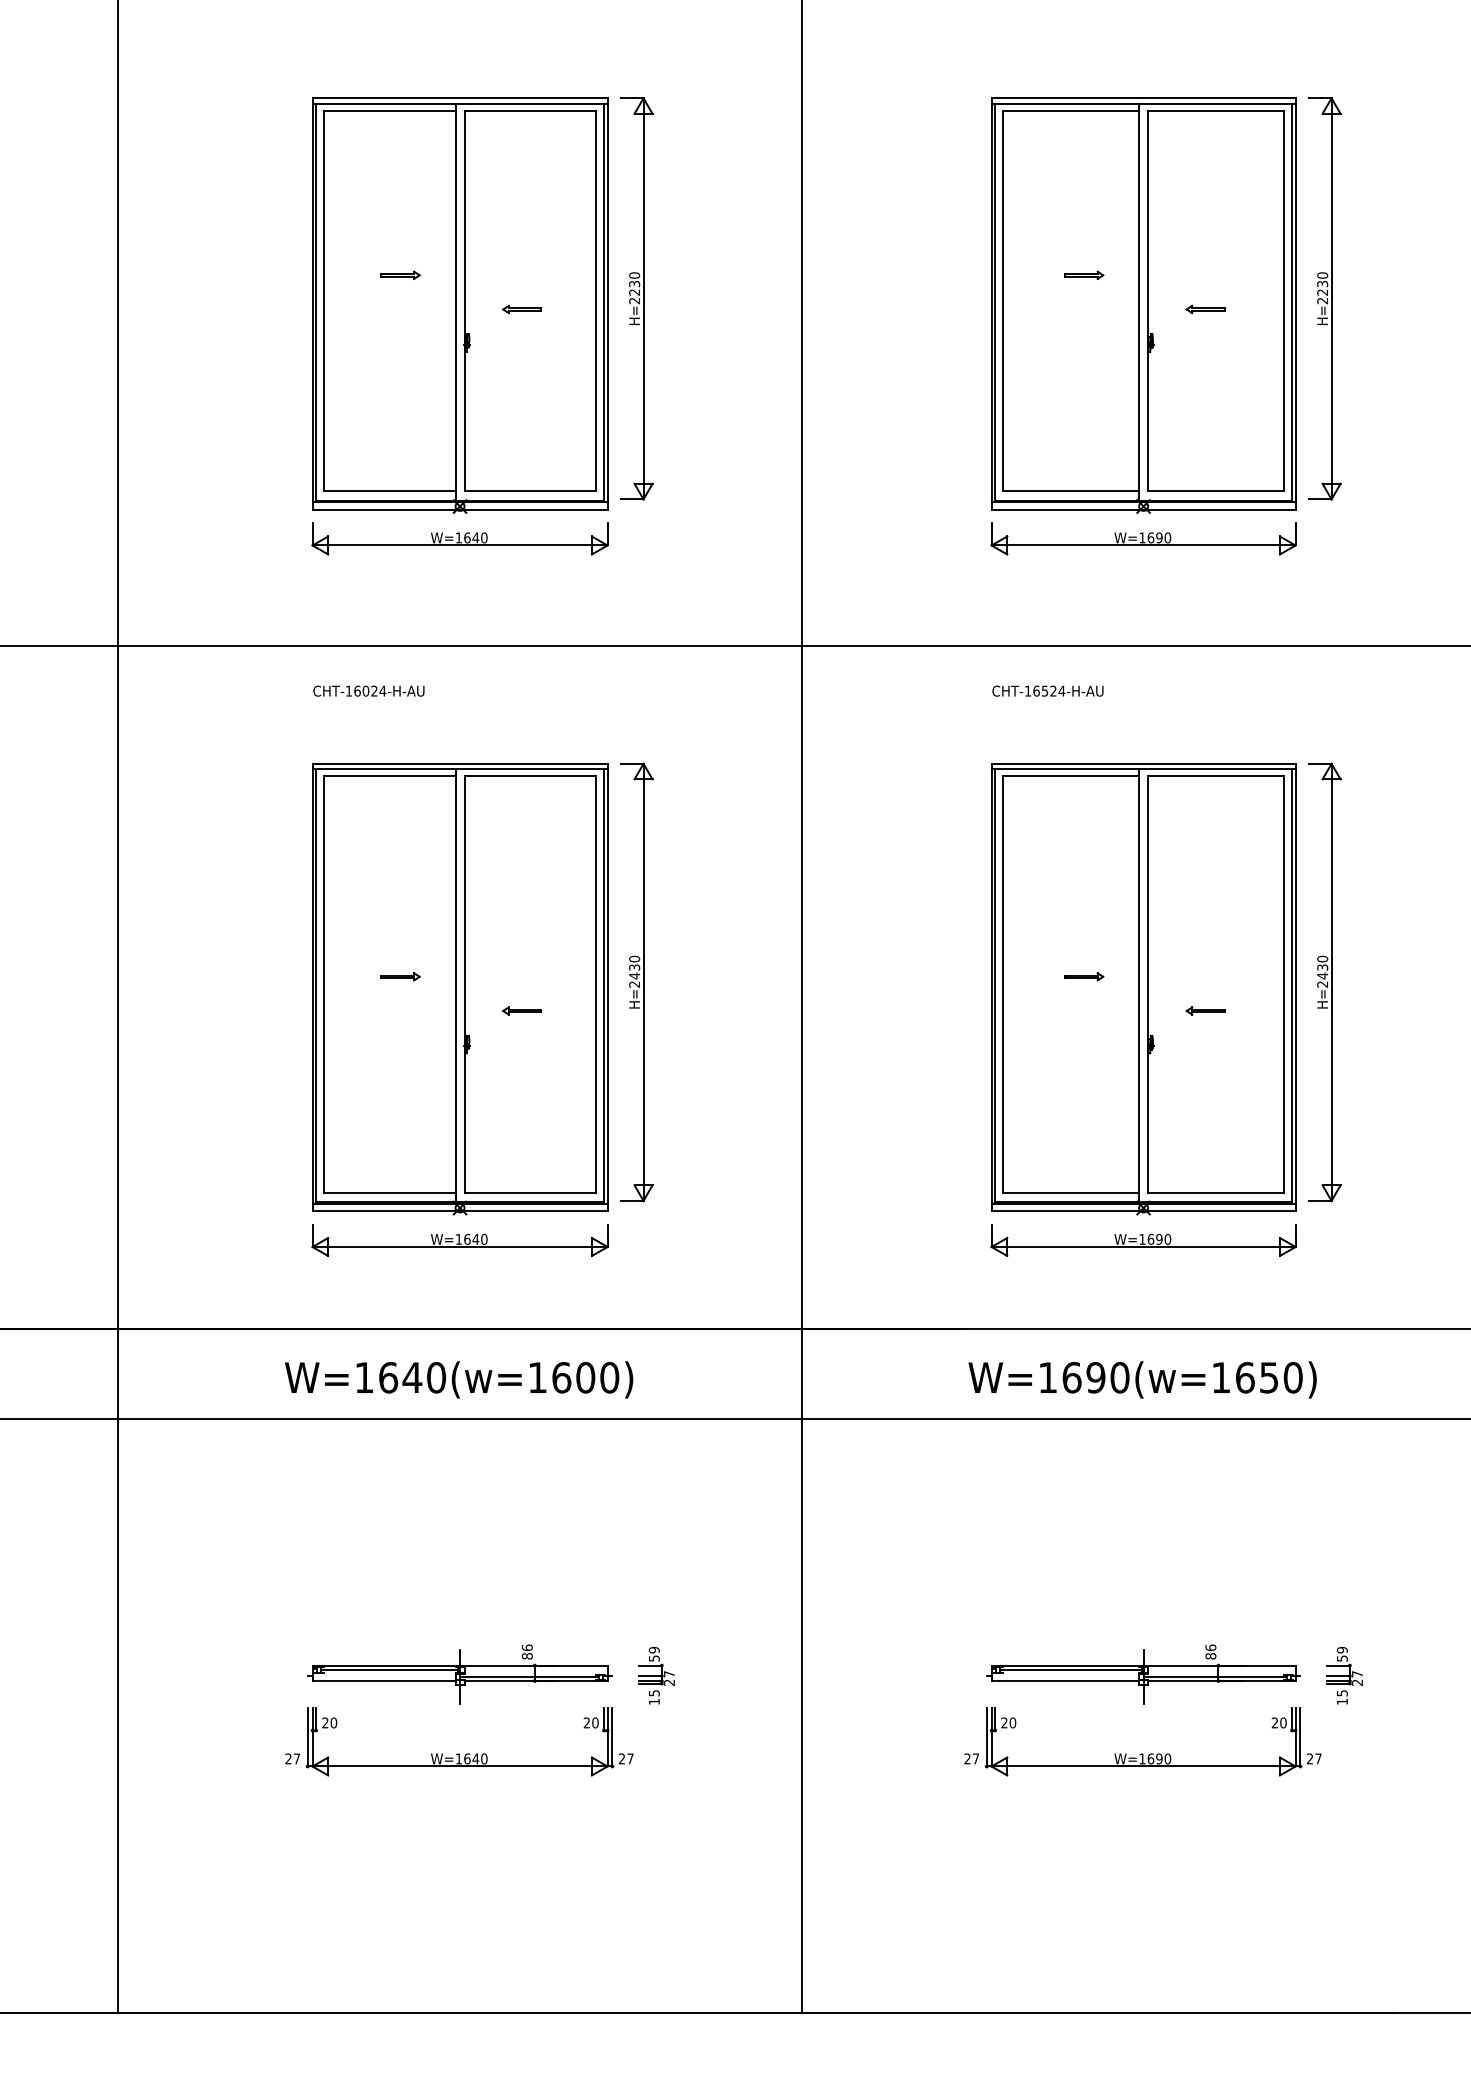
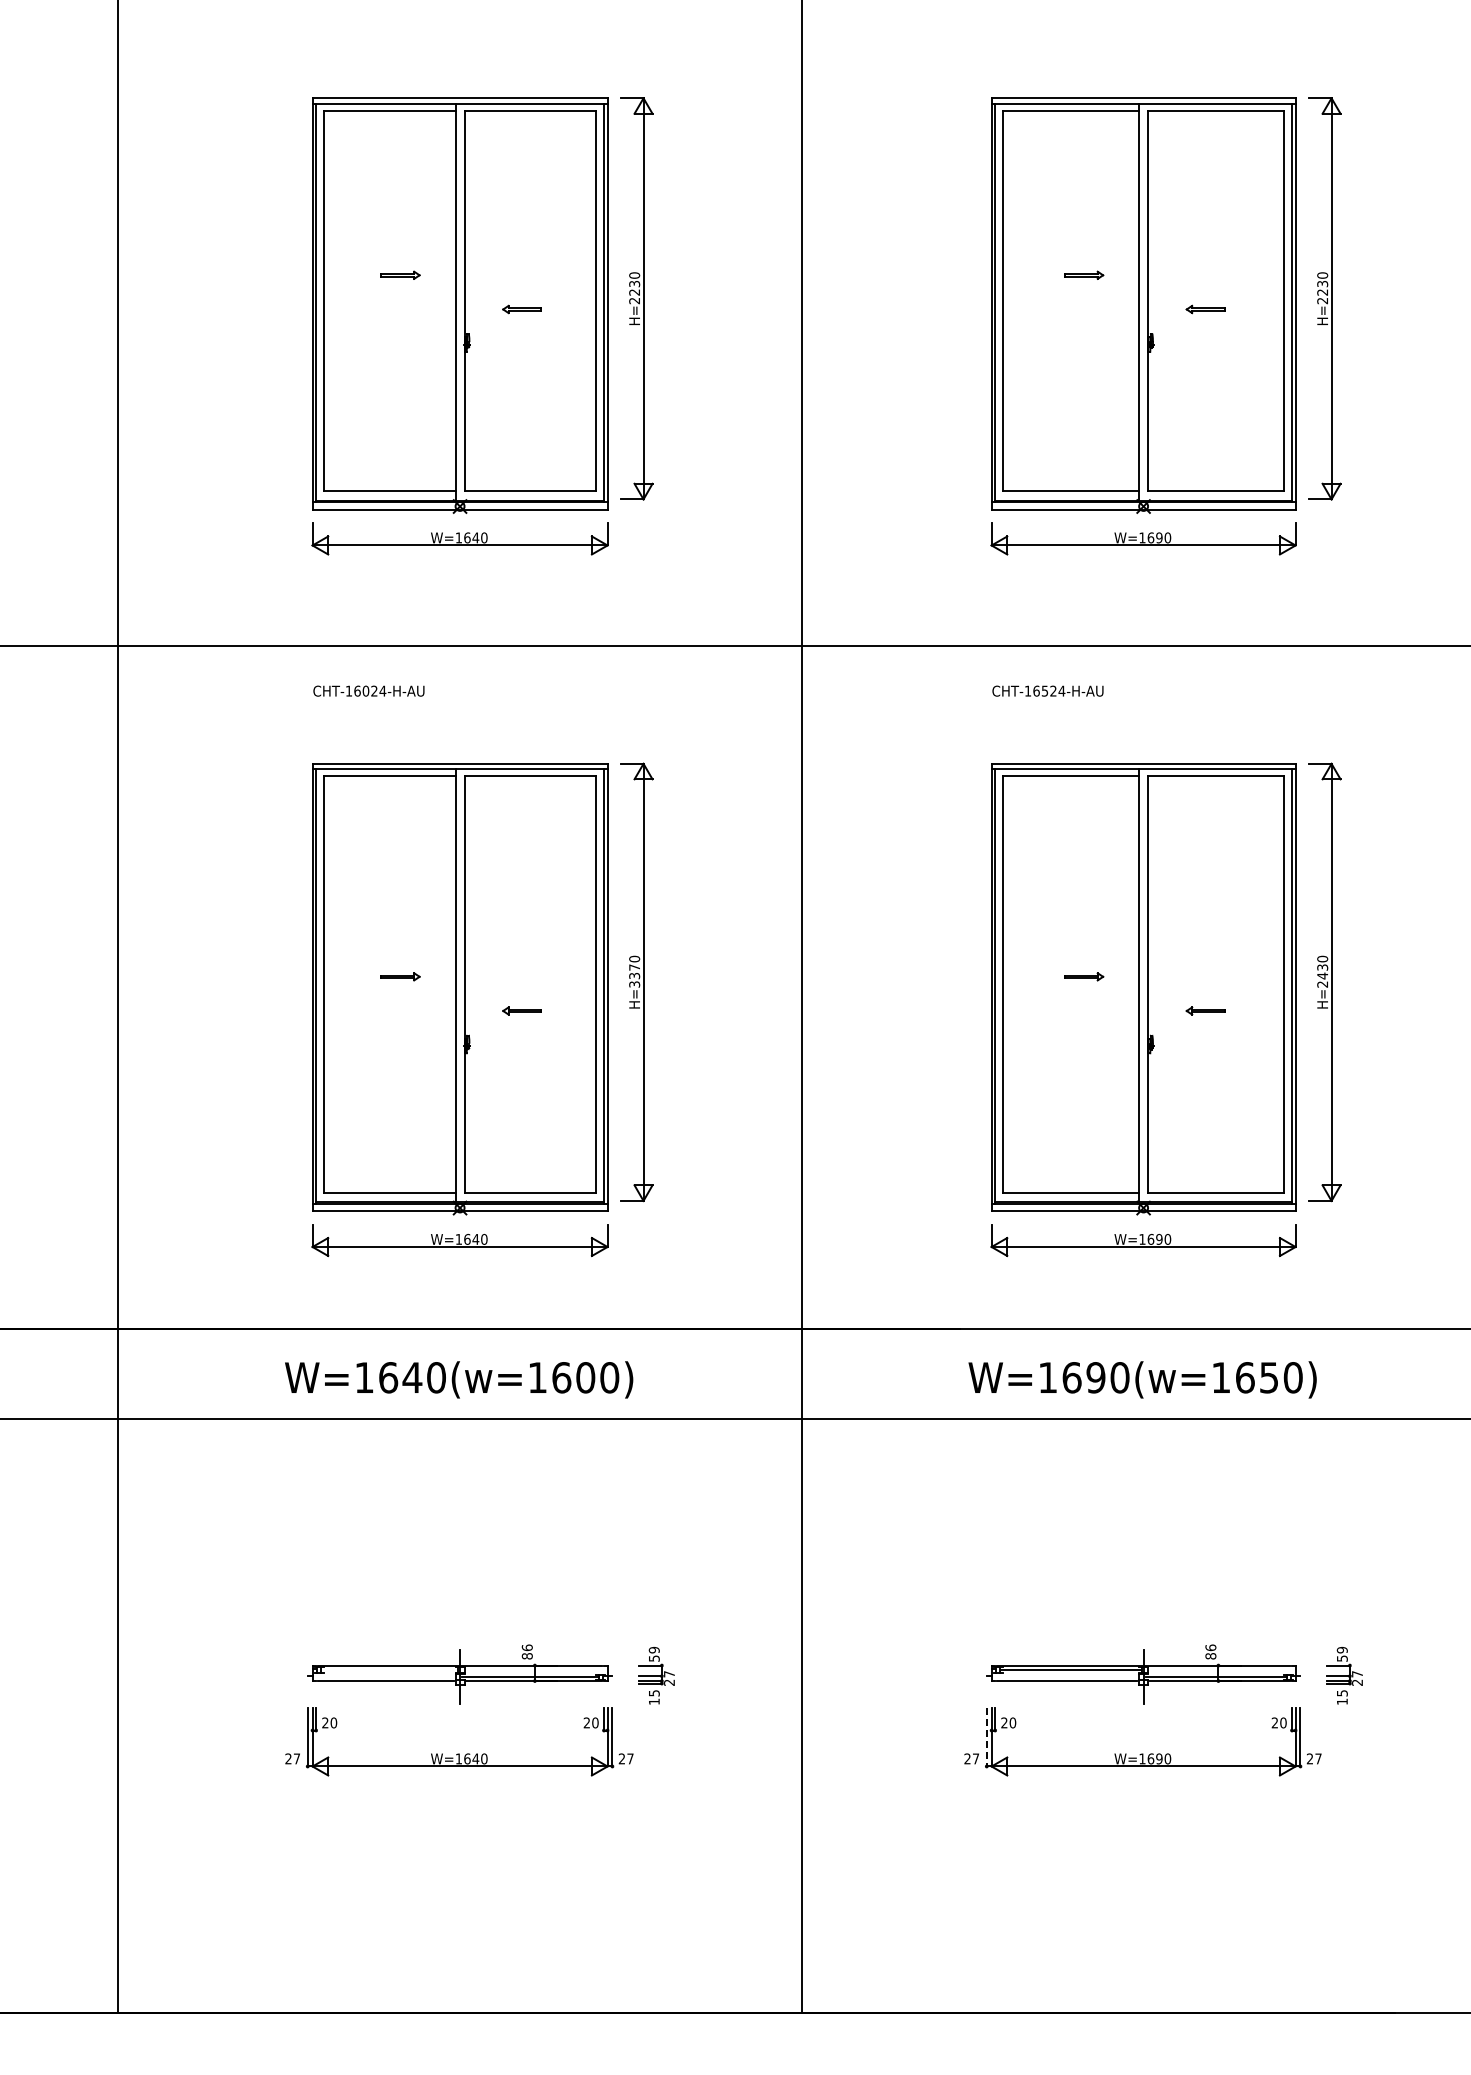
text at (634, 975): H=2430 -> H=3370
line at (389, 1669): present -> none
line at (986, 1737): solid -> dashed
